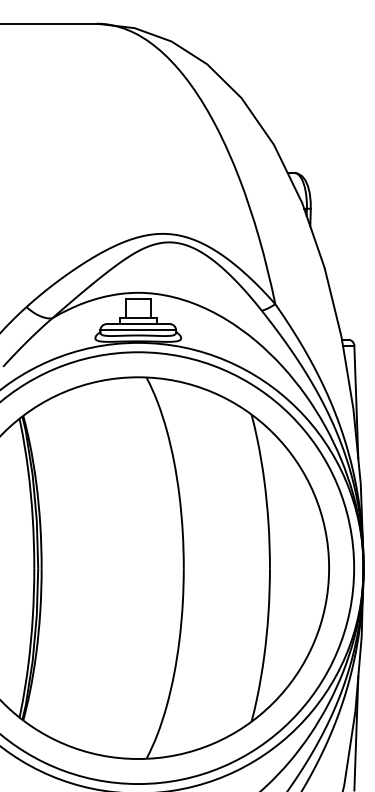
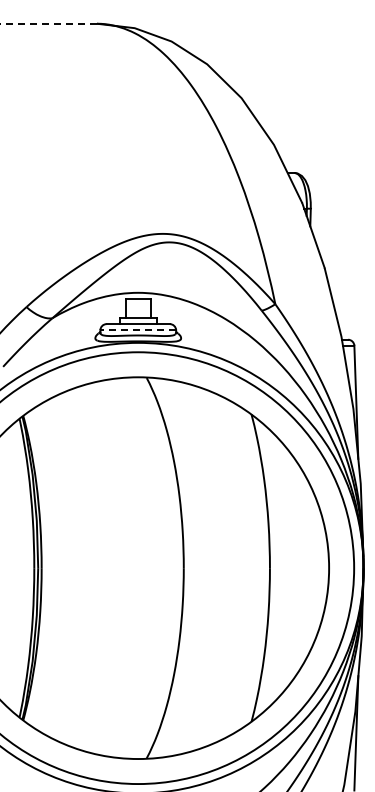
line at (48, 23): solid -> dashed
line at (138, 330): solid -> dashed
